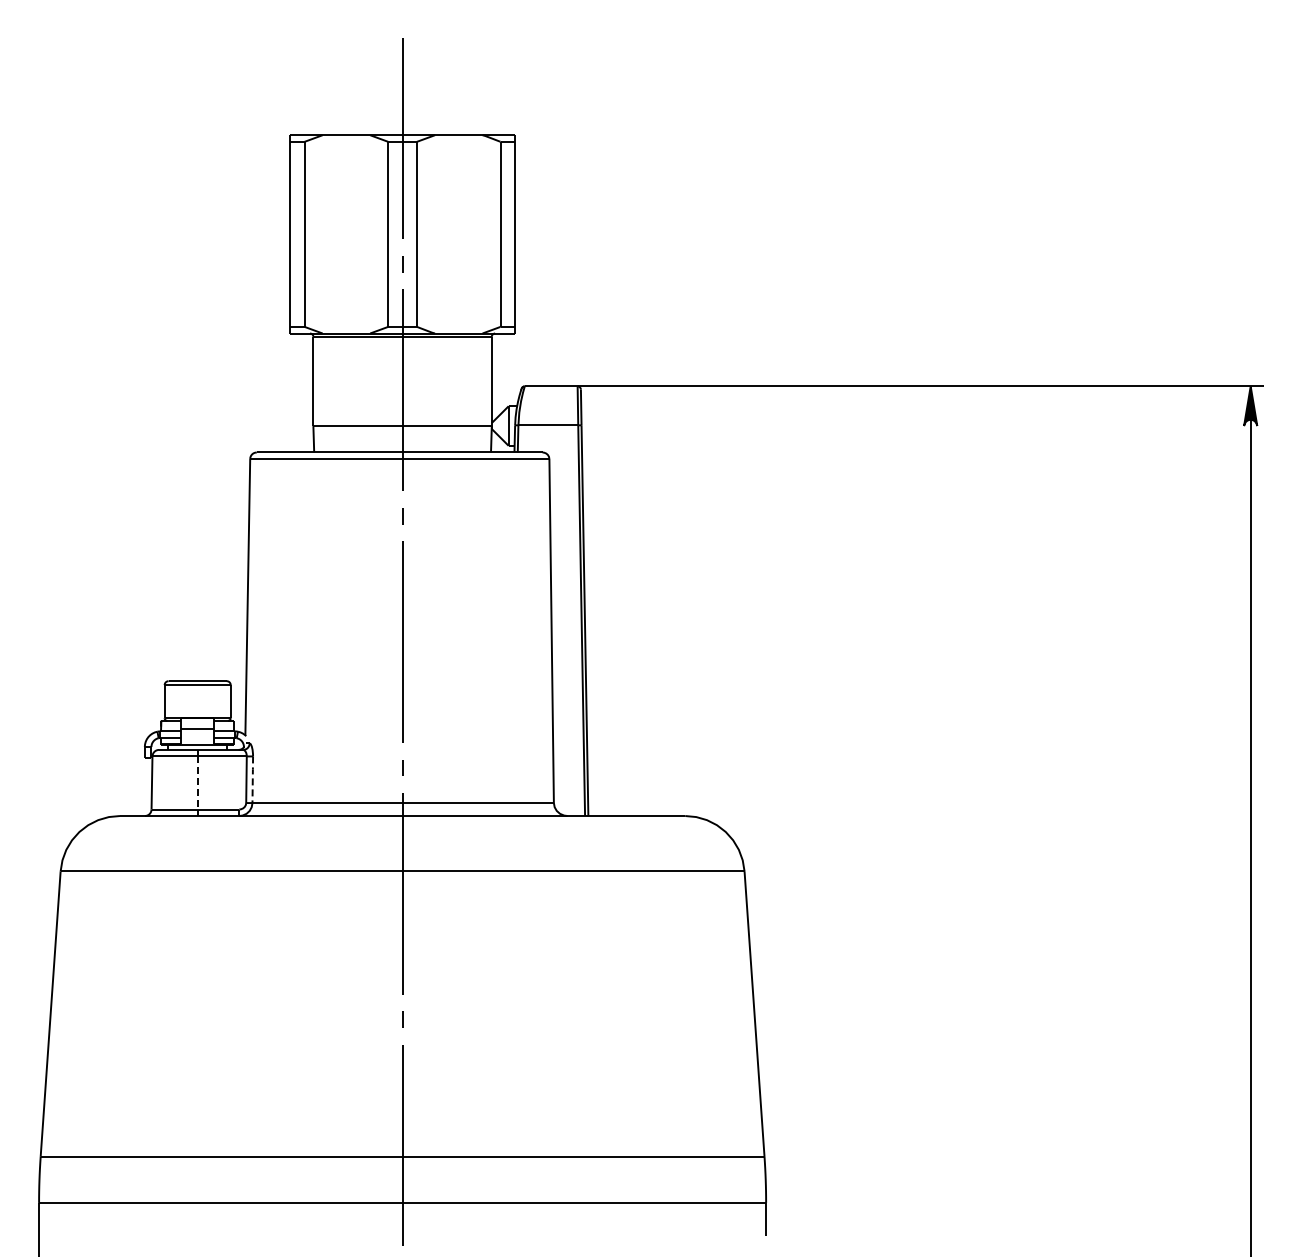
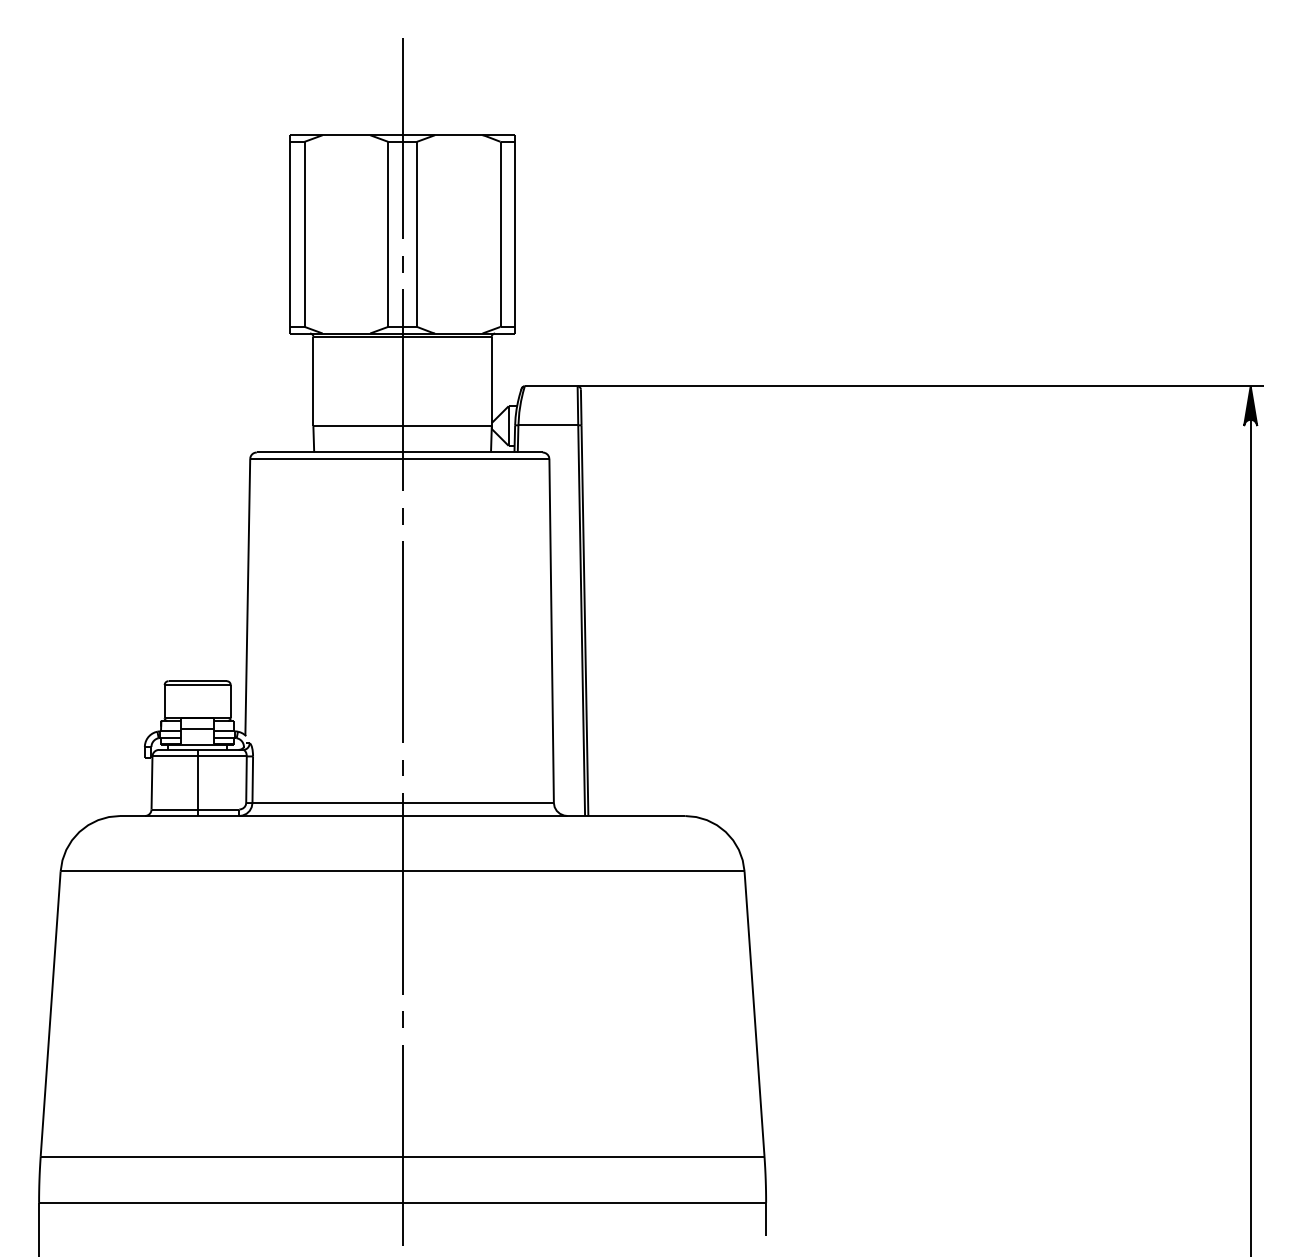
line at (252, 779): dashed -> solid
line at (197, 782): dashed -> solid
